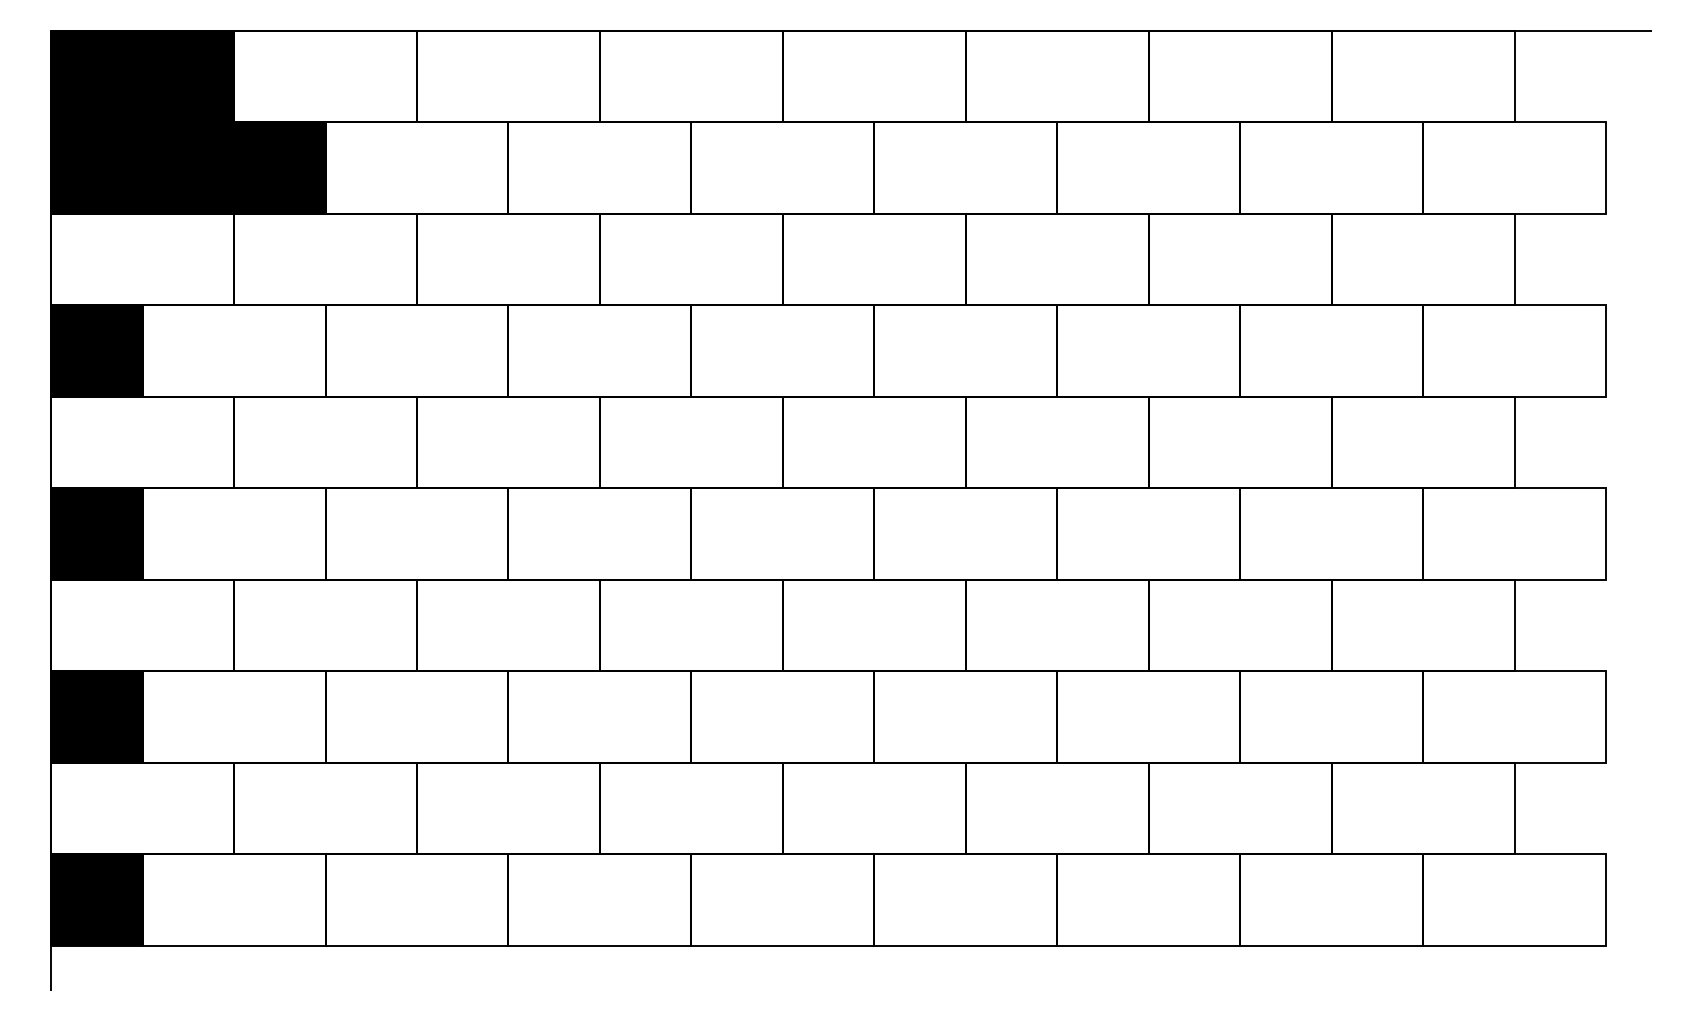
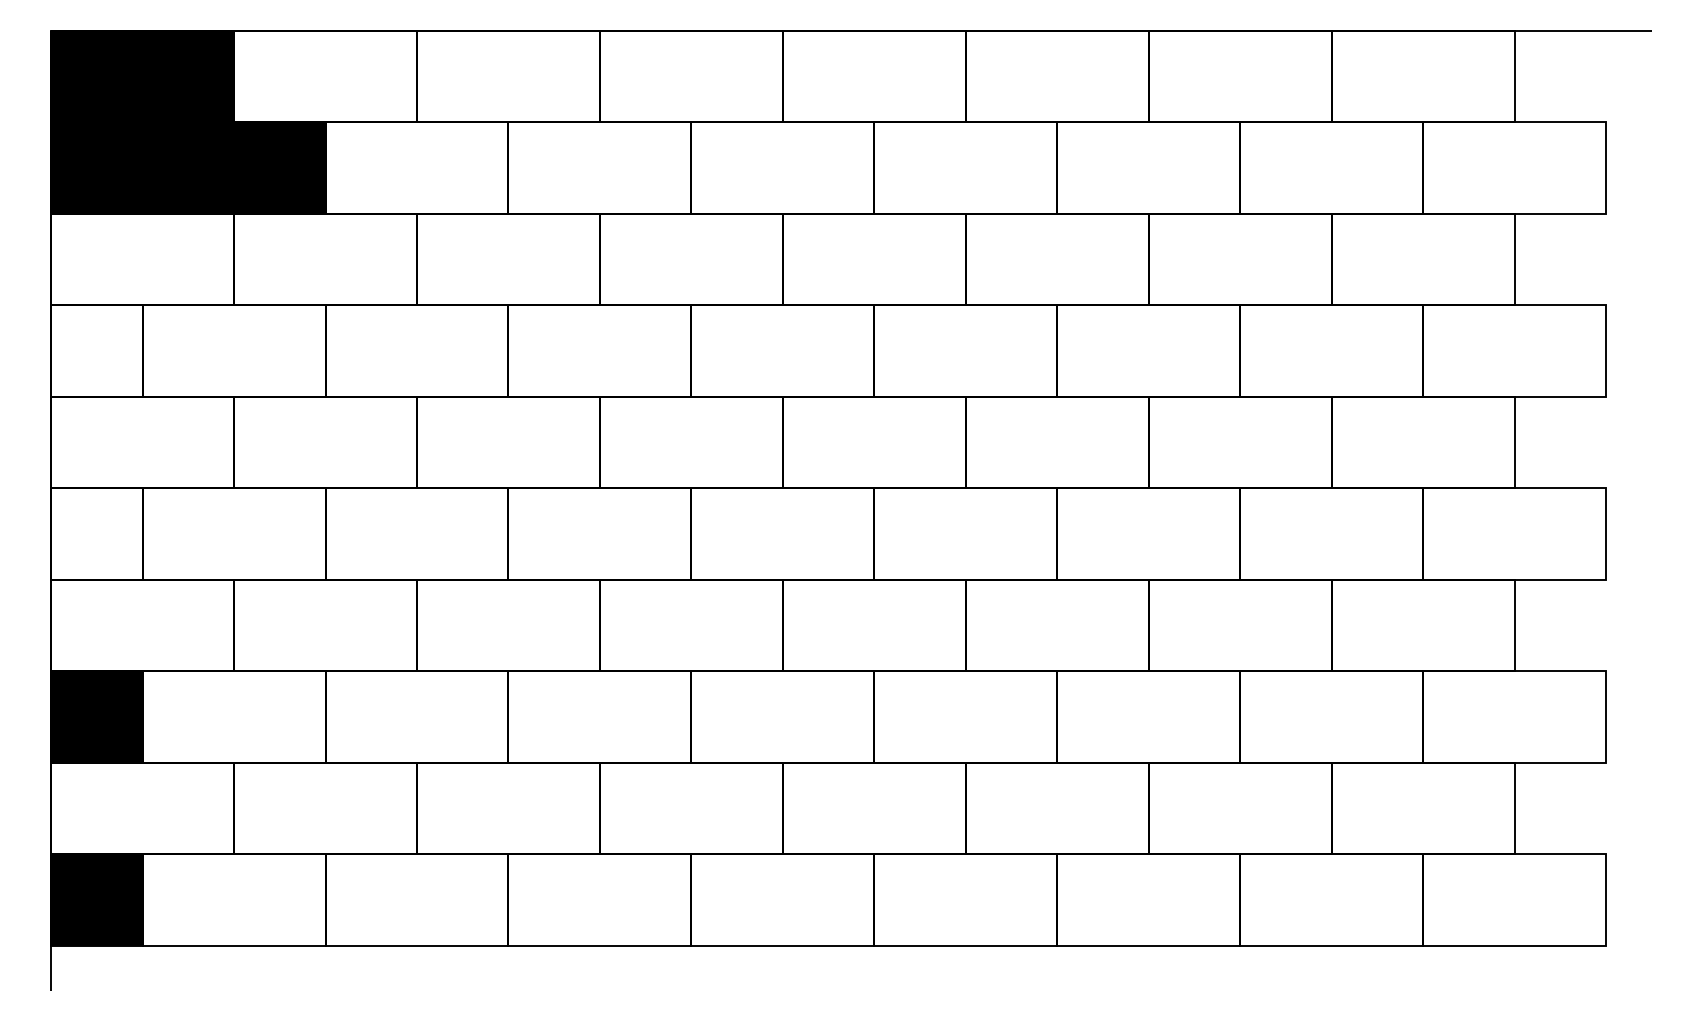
fill at (96, 350): present -> none
fill at (96, 533): present -> none
